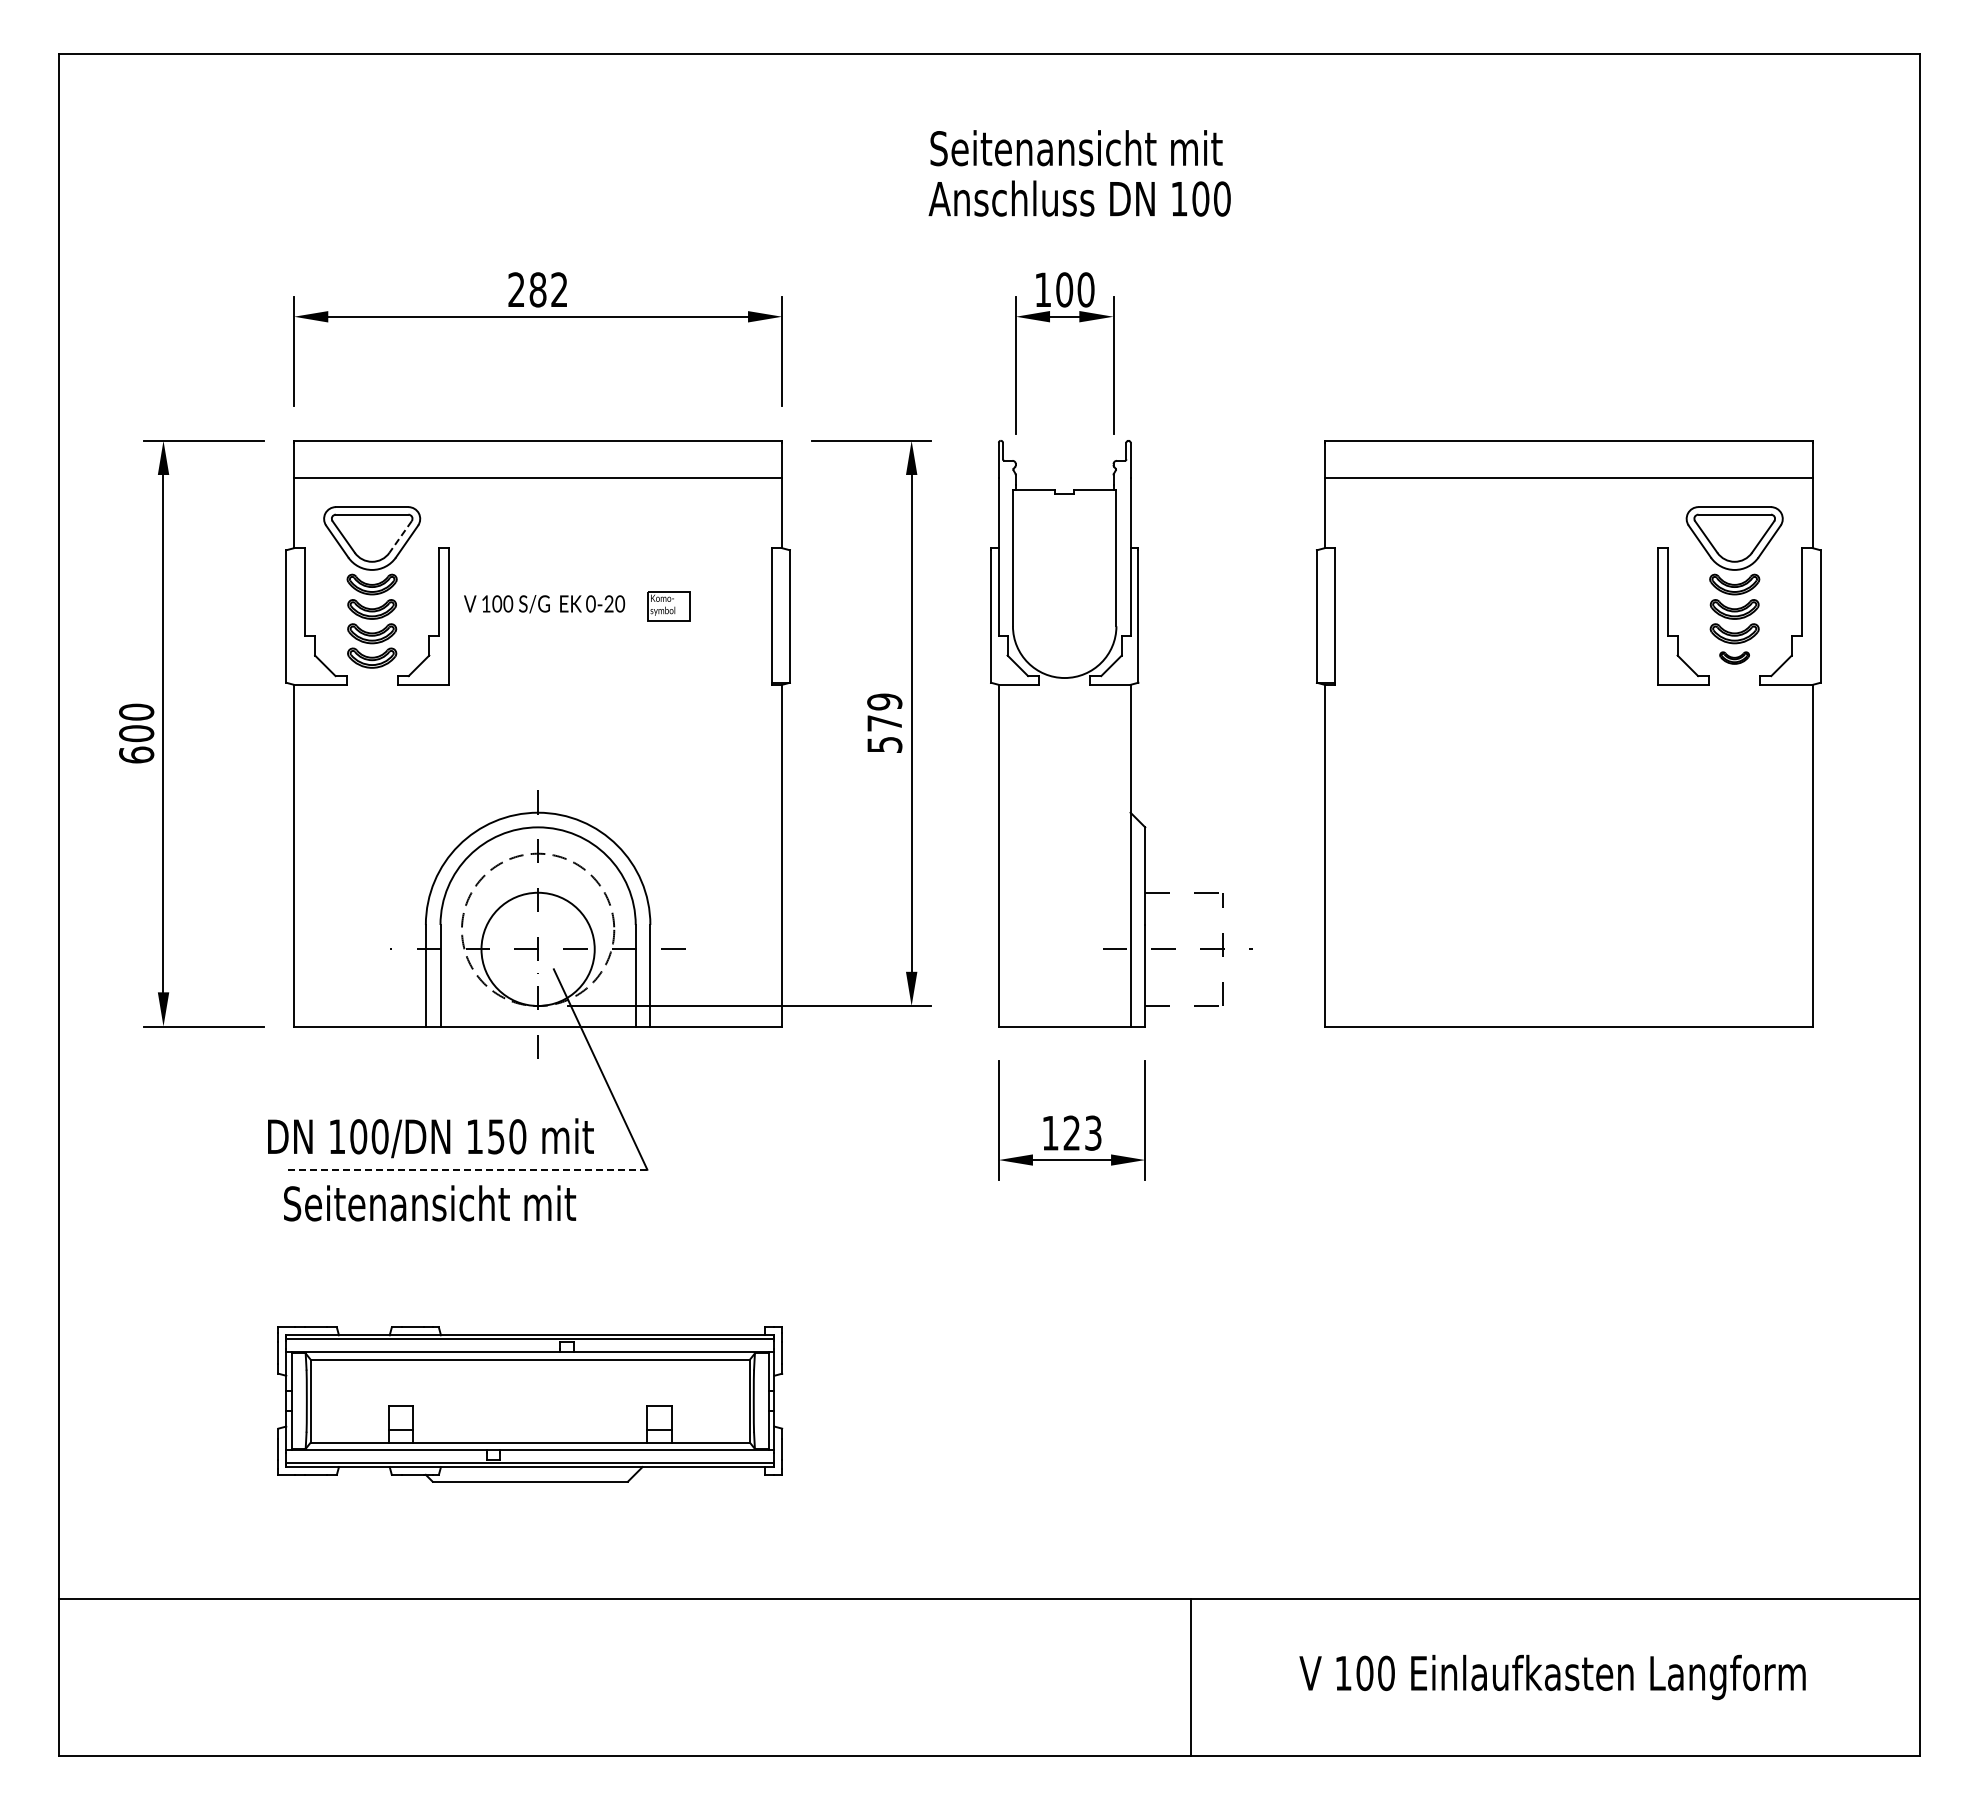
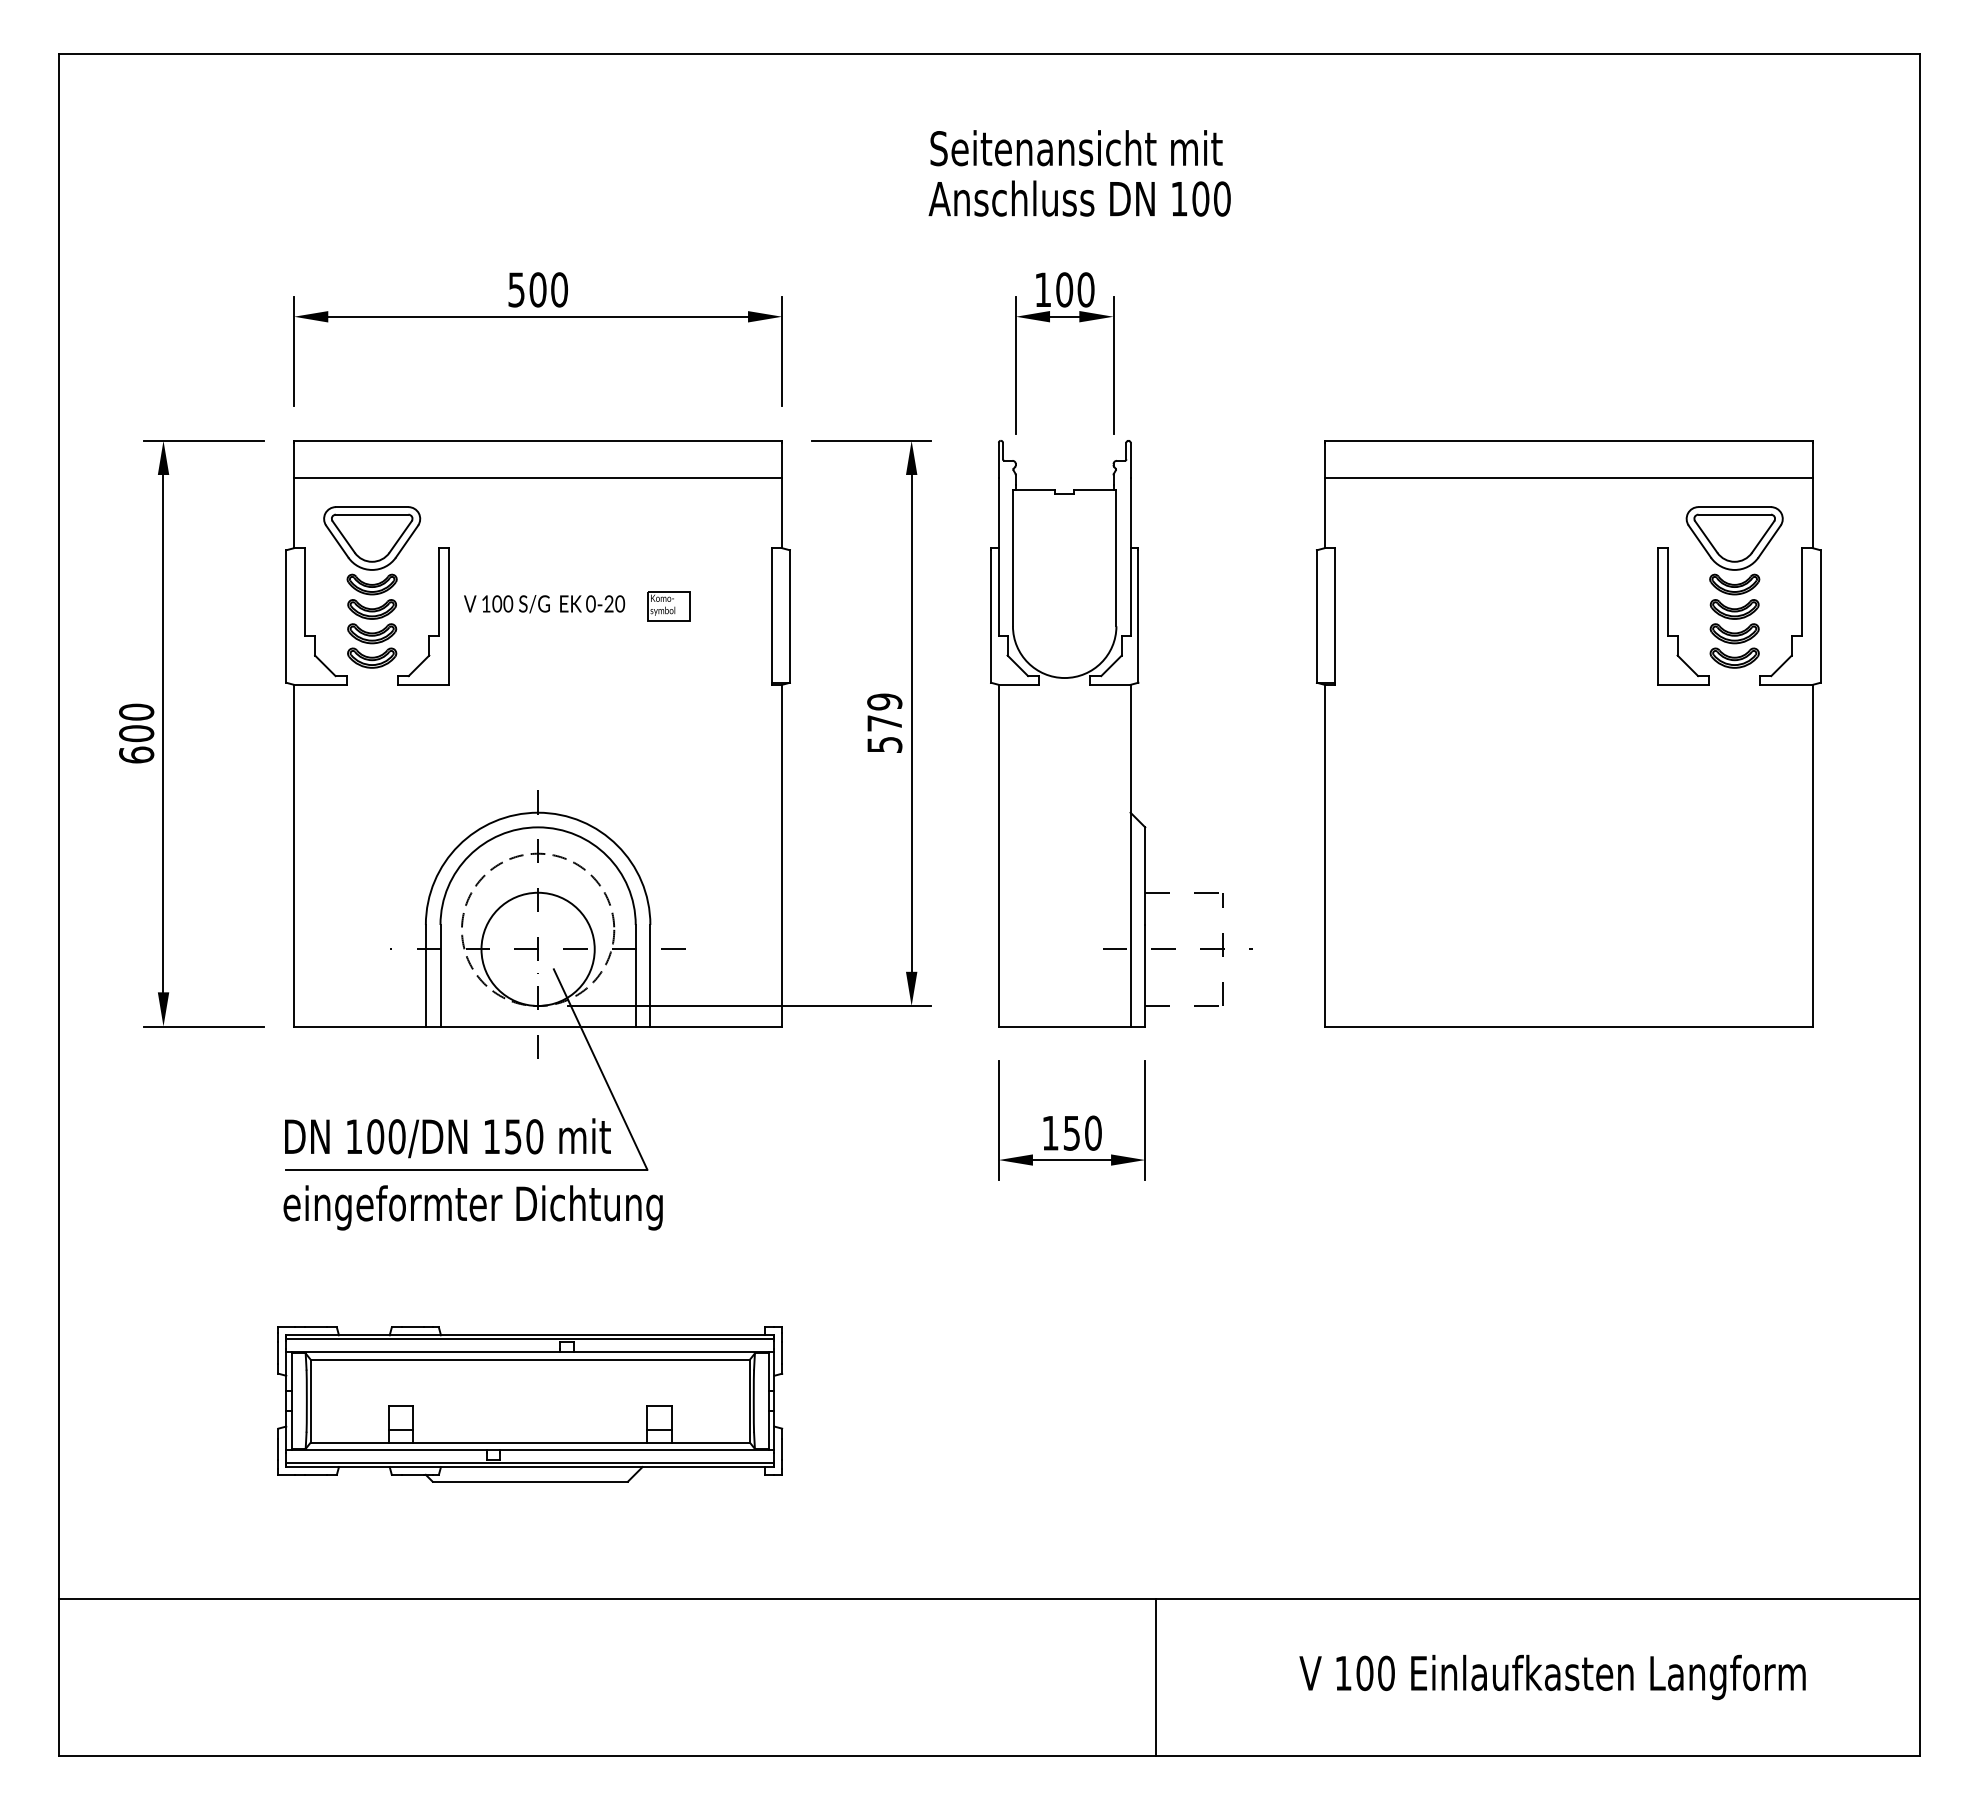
text at (537, 289): 282 -> 500
line at (400, 537): dashed -> solid
part at (1734, 657) size: 31x14 px -> 51x22 px
text at (1082, 1132): 123 -> 150
text at (430, 1138) position: (430, 1138) -> (447, 1138)
line at (466, 1169): dashed -> solid
text at (472, 1207): Seitenansicht mit -> eingeformter Dichtung
line at (1191, 1676) position: (1191, 1676) -> (1156, 1676)
